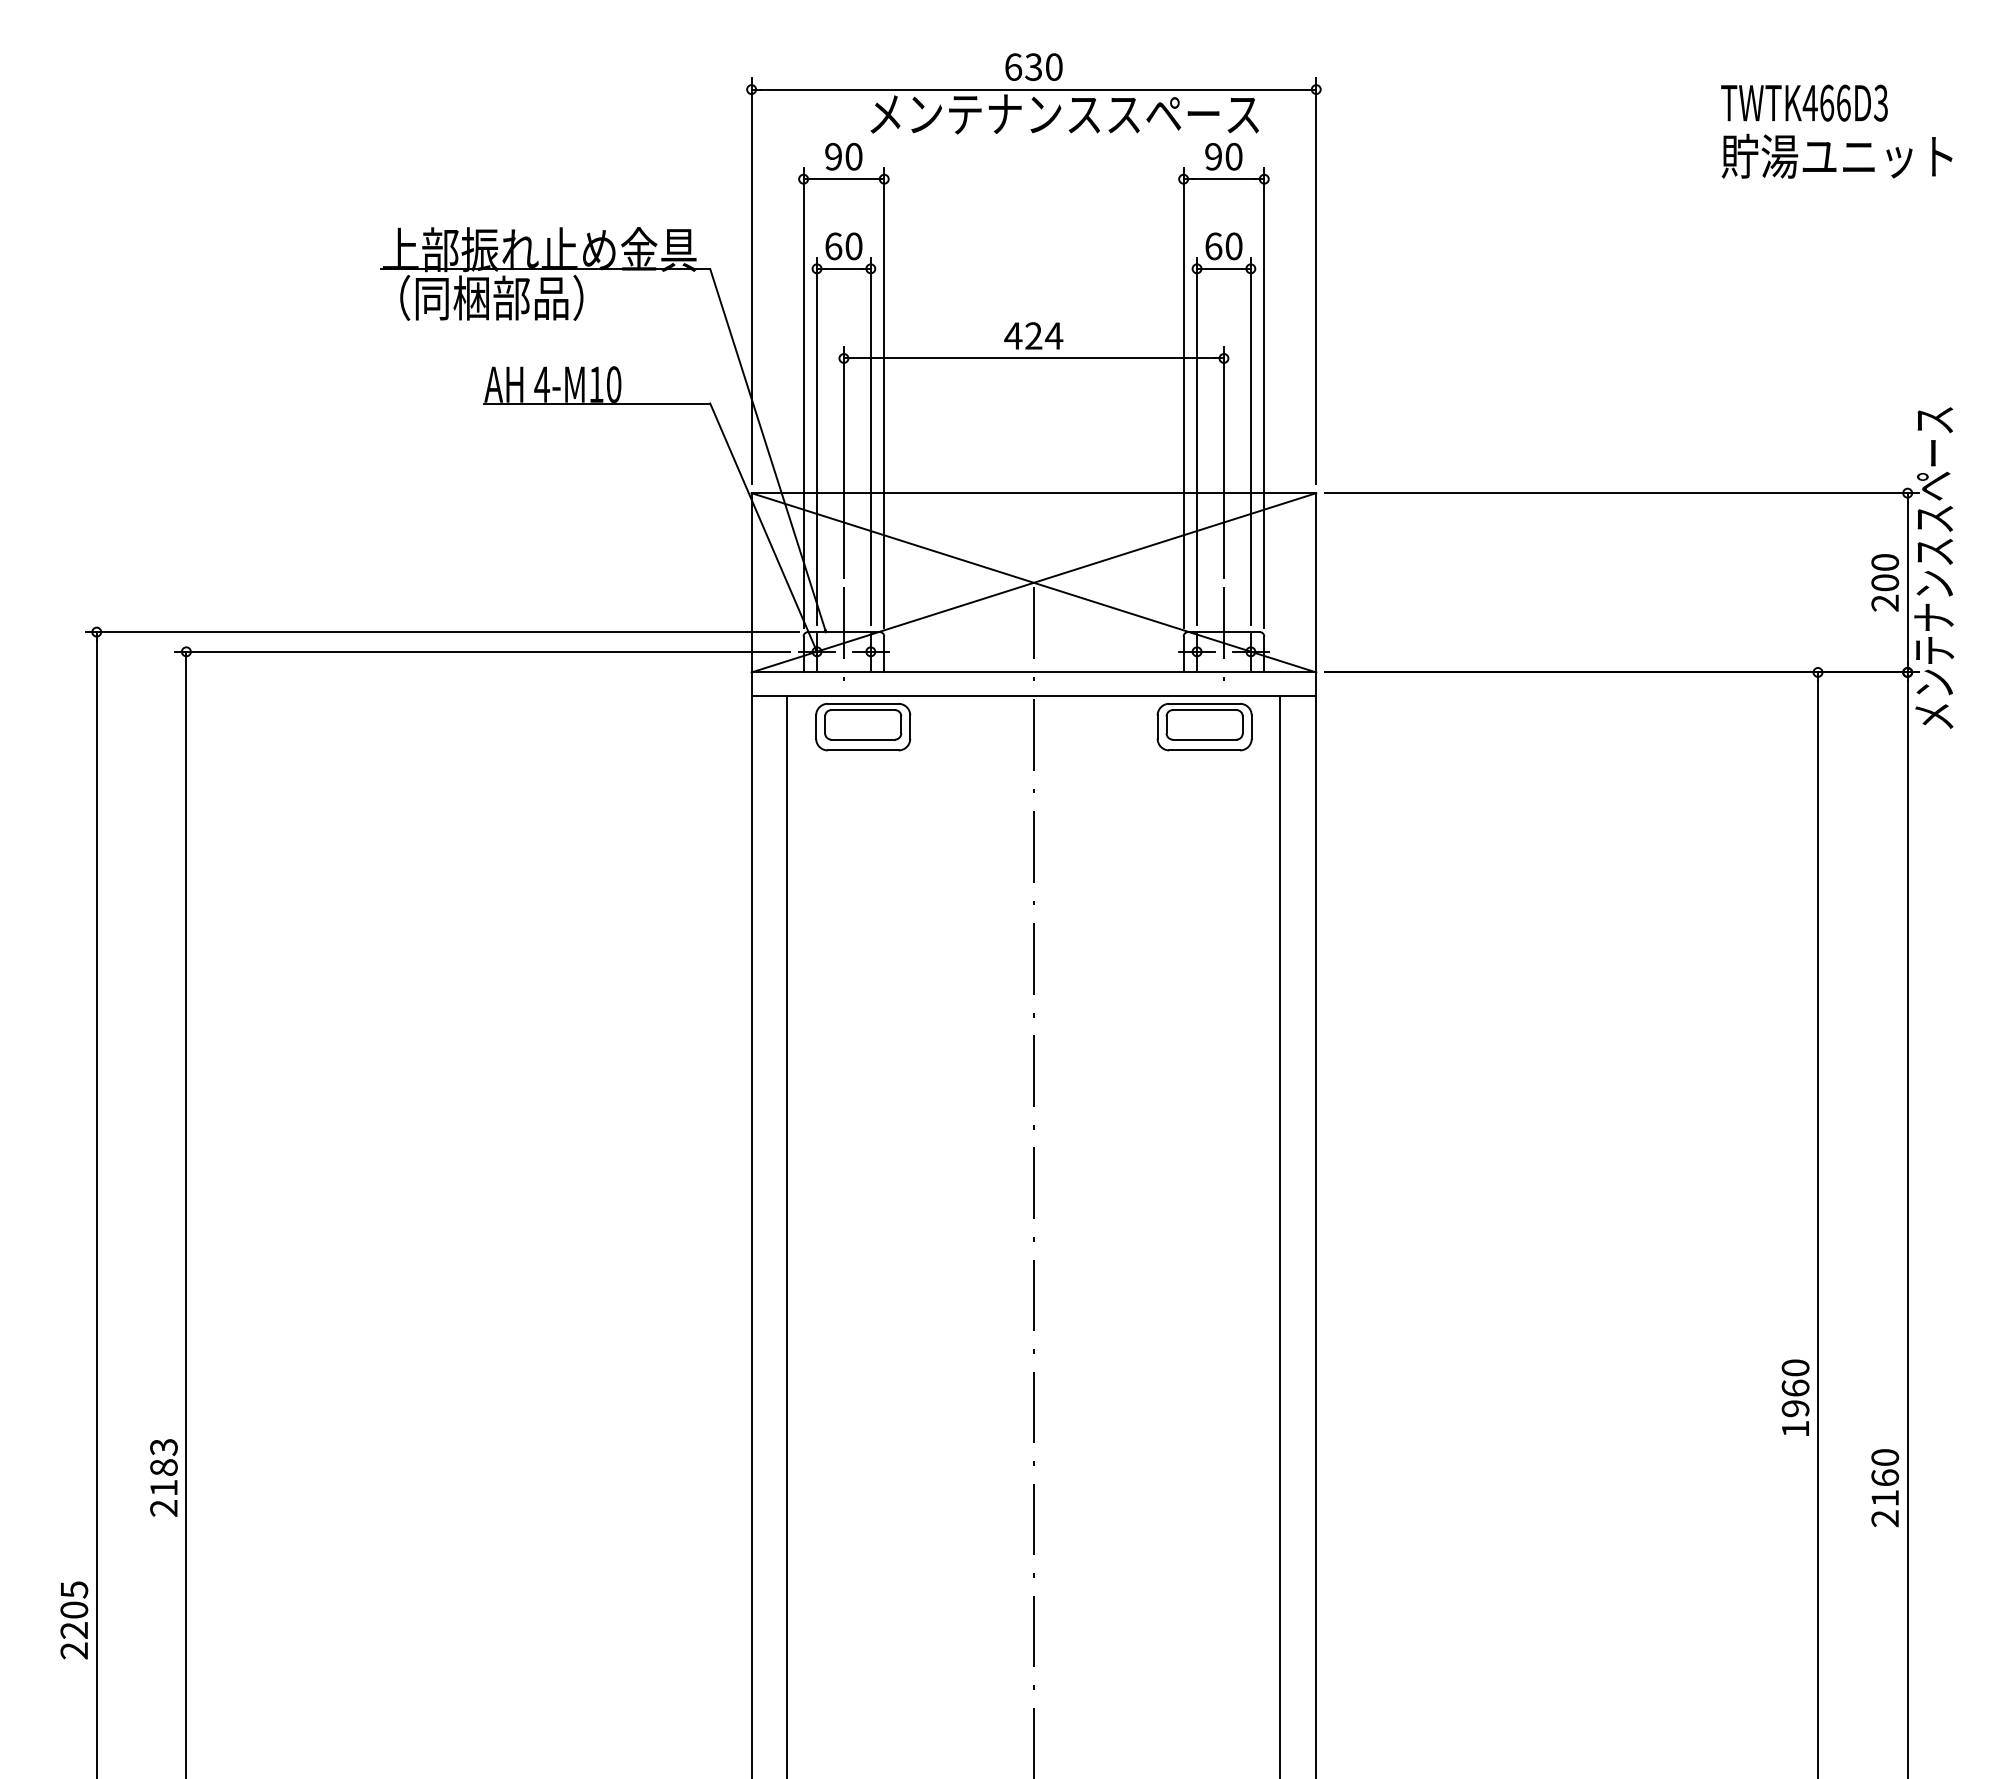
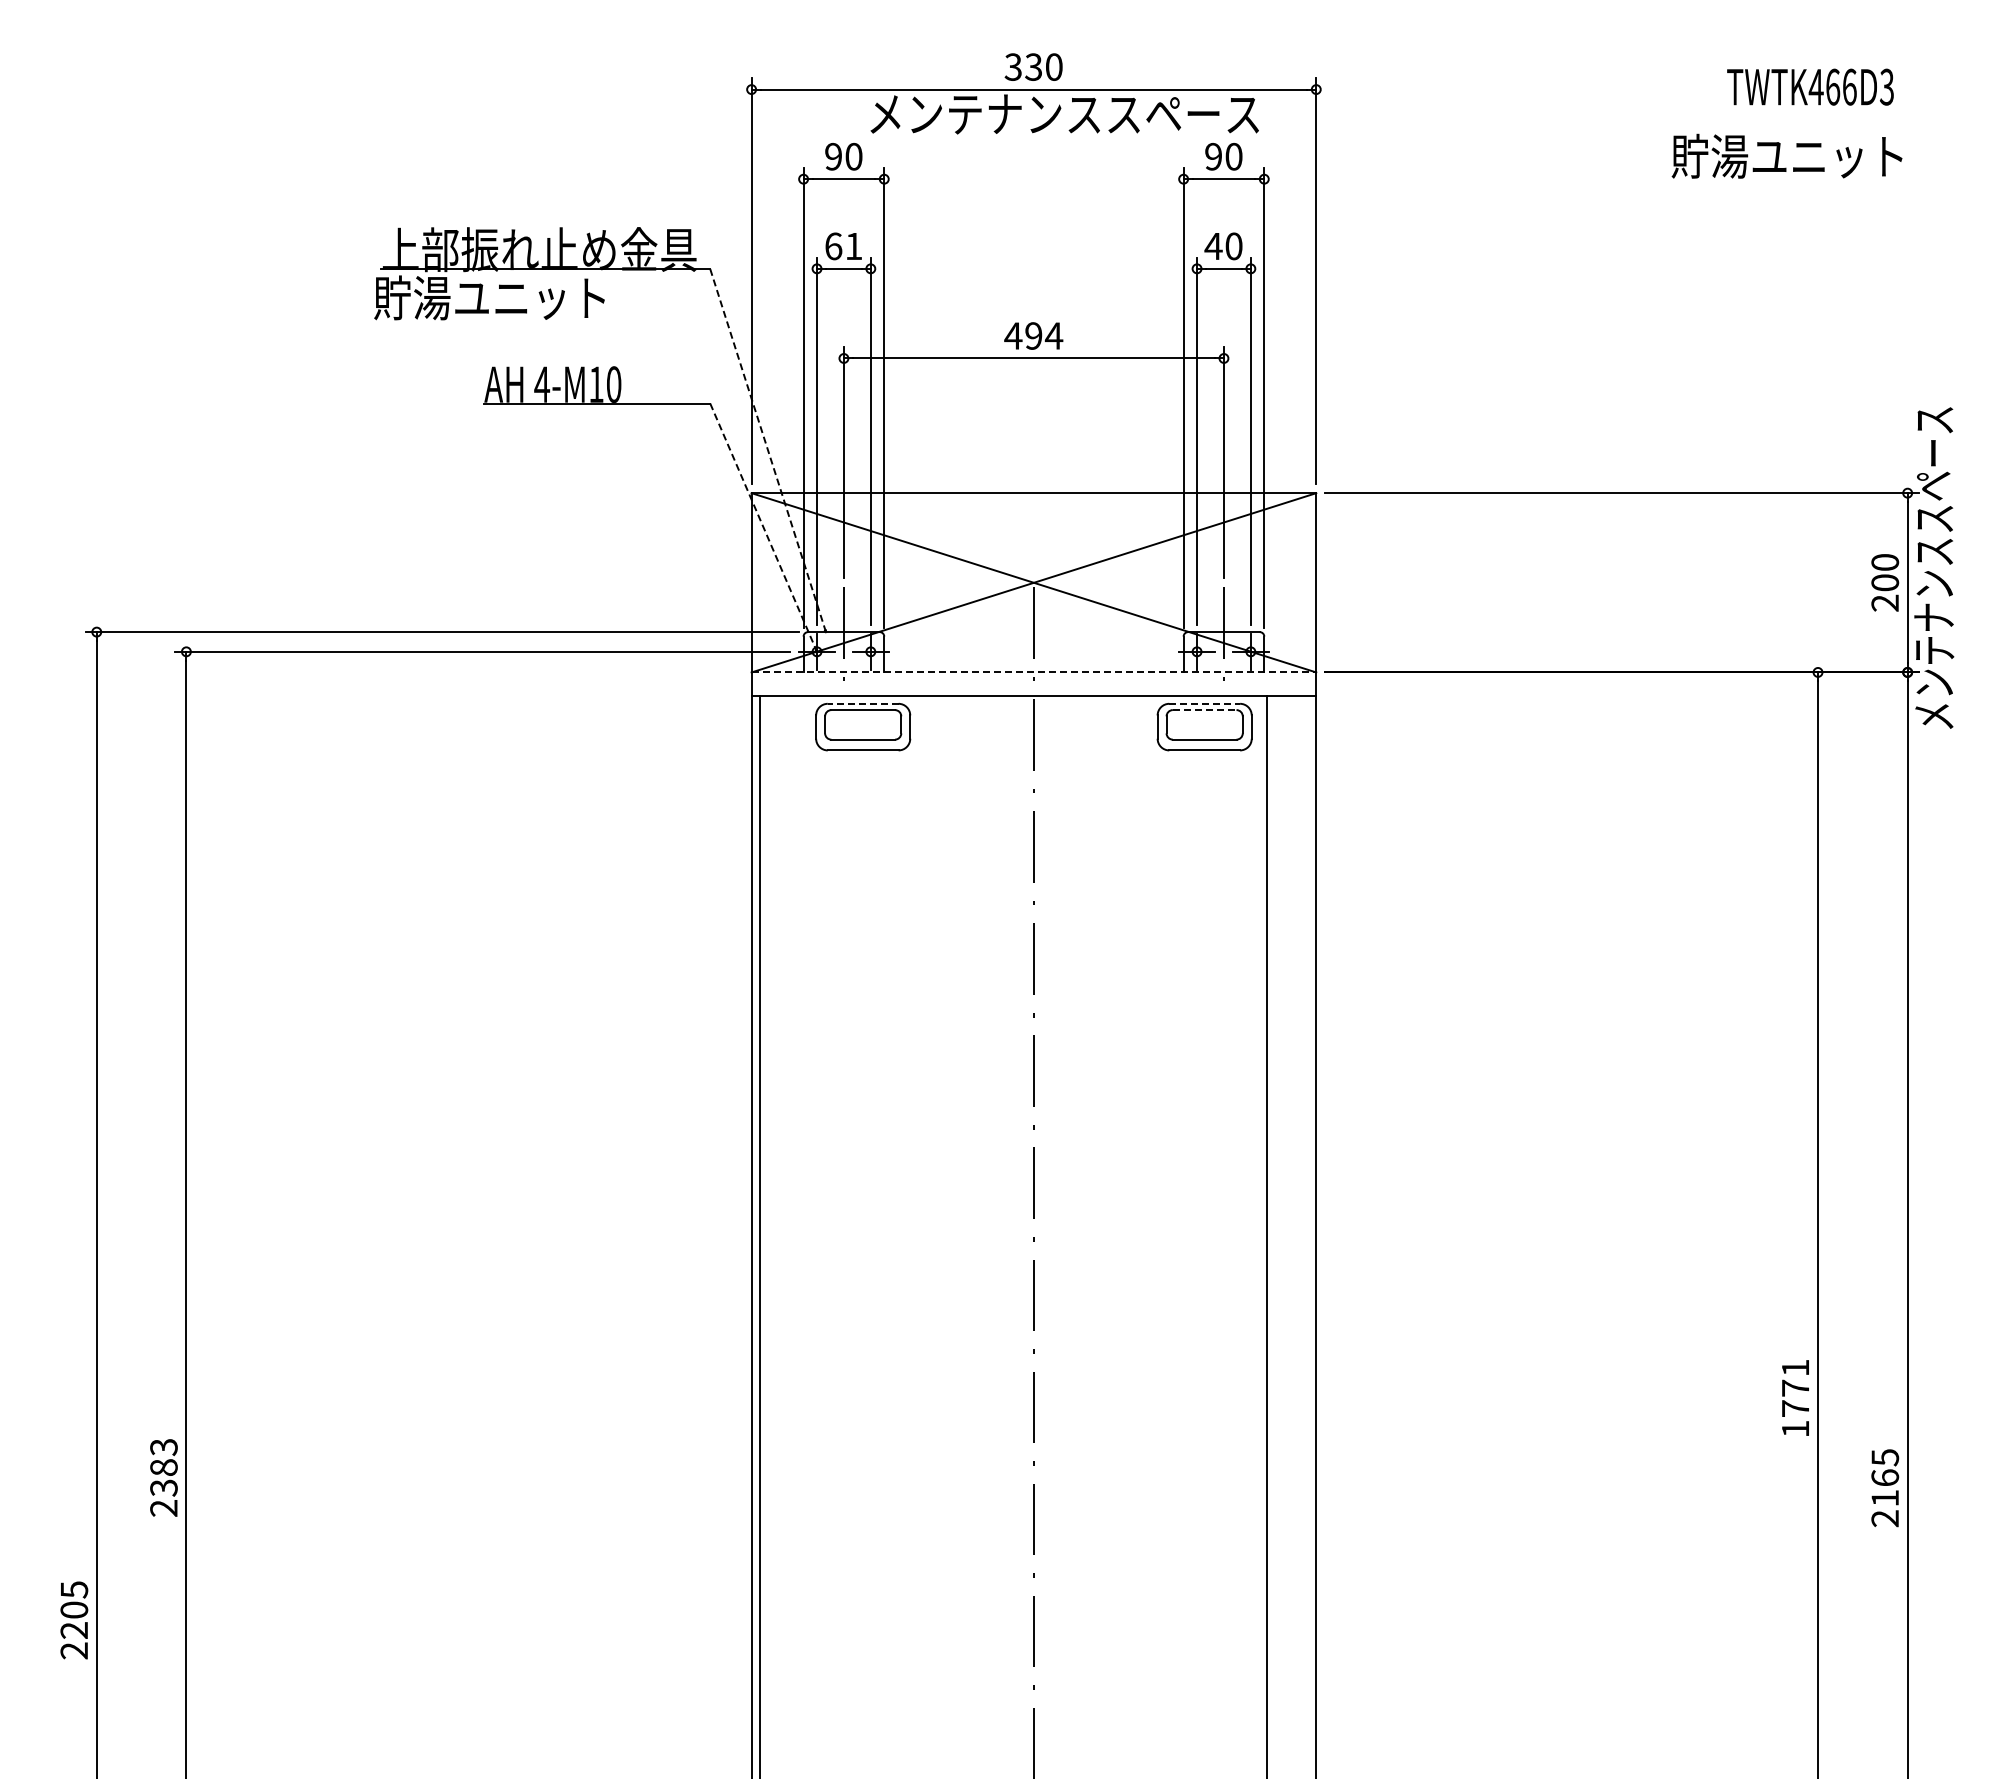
text at (1013, 66): 630 -> 330
text at (1804, 102) position: (1804, 102) -> (1810, 86)
text at (1836, 155) position: (1836, 155) -> (1786, 155)
text at (853, 246): 60 -> 61
text at (1213, 246): 60 -> 40
text at (489, 297): （同梱部品） -> 貯湯ユニット
text at (1033, 335): 424 -> 494
line at (768, 450): solid -> dashed
line at (763, 528): solid -> dashed
line at (1034, 672): solid -> dashed
line at (862, 703): solid -> dashed
line at (1205, 703): solid -> dashed
line at (1204, 710): solid -> dashed
line at (787, 1235) position: (787, 1235) -> (760, 1235)
line at (1280, 1235) position: (1280, 1235) -> (1267, 1235)
text at (1795, 1388): 1960 -> 1771
text at (1885, 1457): 2160 -> 2165
text at (163, 1487): 2183 -> 2383
